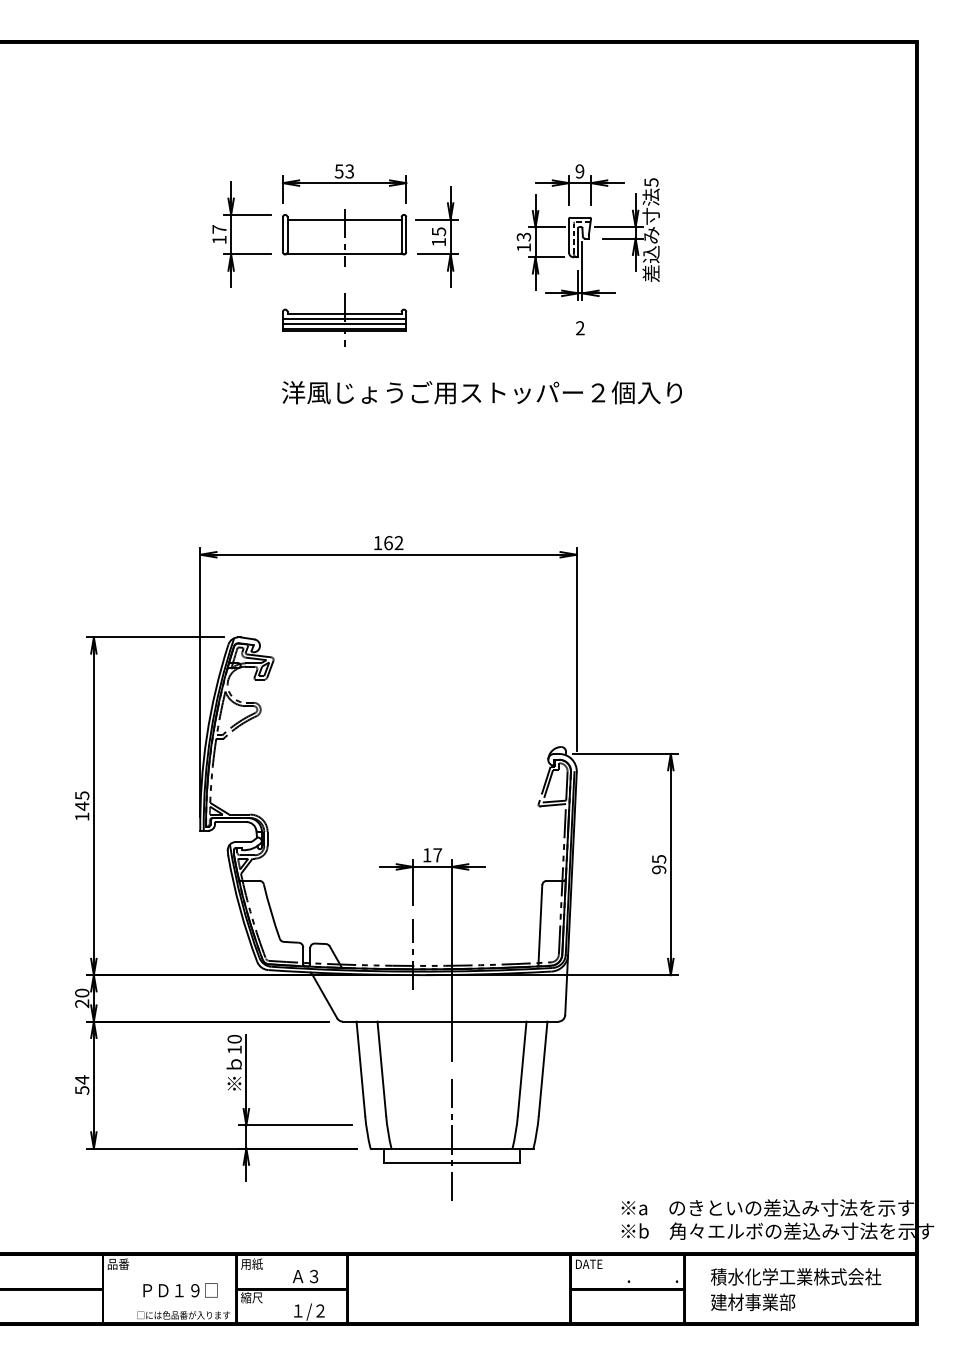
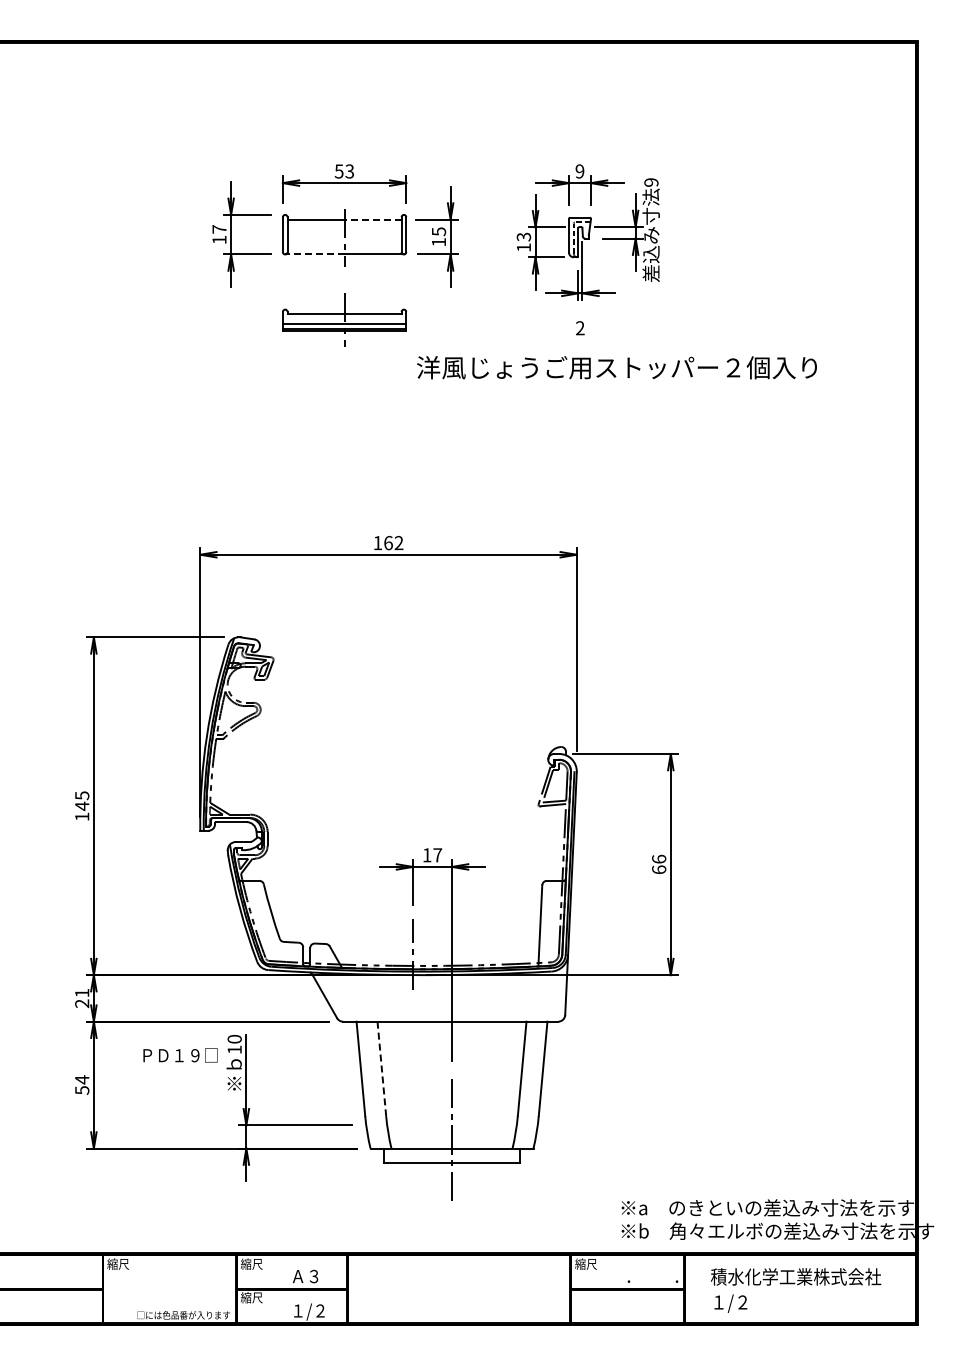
text at (651, 182): 5 -> 9
line at (373, 219): solid -> dashed
line at (314, 254): solid -> dashed
line at (344, 318): present -> none
text at (481, 392) position: (481, 392) -> (616, 367)
text at (659, 864): 95 -> 66
text at (82, 992): 20 -> 21
line at (381, 1069): solid -> dashed
text at (118, 1263): 品番 -> 縮尺
text at (251, 1263): 用紙 -> 縮尺
text at (588, 1263): DATE -> 縮尺
text at (180, 1290) position: (180, 1290) -> (180, 1055)
text at (753, 1302): 建材事業部 -> １/２
